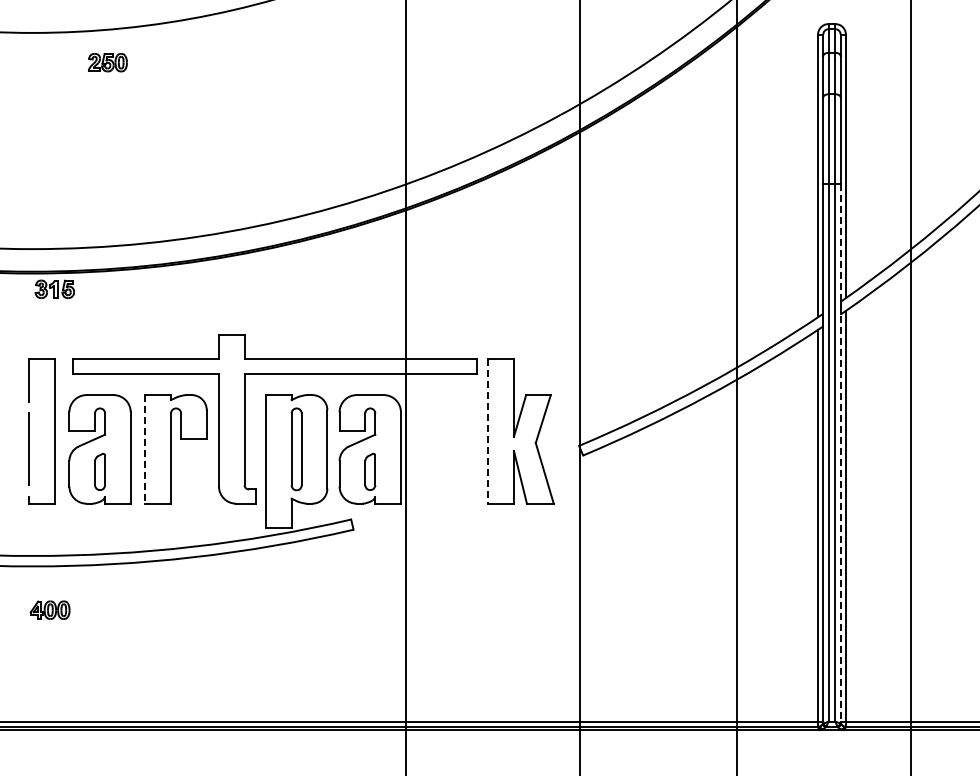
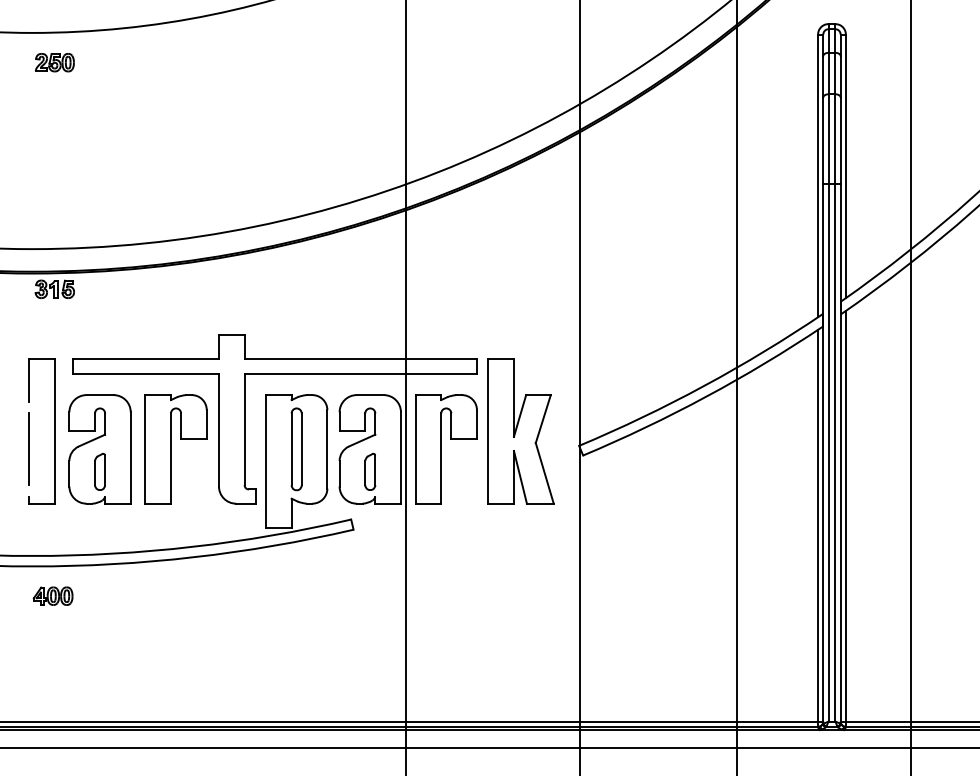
part at (107, 62) position: (107, 62) -> (54, 62)
line at (488, 432): dashed -> solid
line at (145, 449): dashed -> solid
part at (446, 449): none -> present
line at (840, 453): dashed -> solid
part at (49, 609) position: (49, 609) -> (52, 595)
line at (489, 747): none -> present
